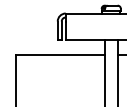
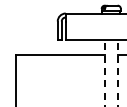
line at (104, 72): solid -> dashed
line at (117, 72): solid -> dashed
